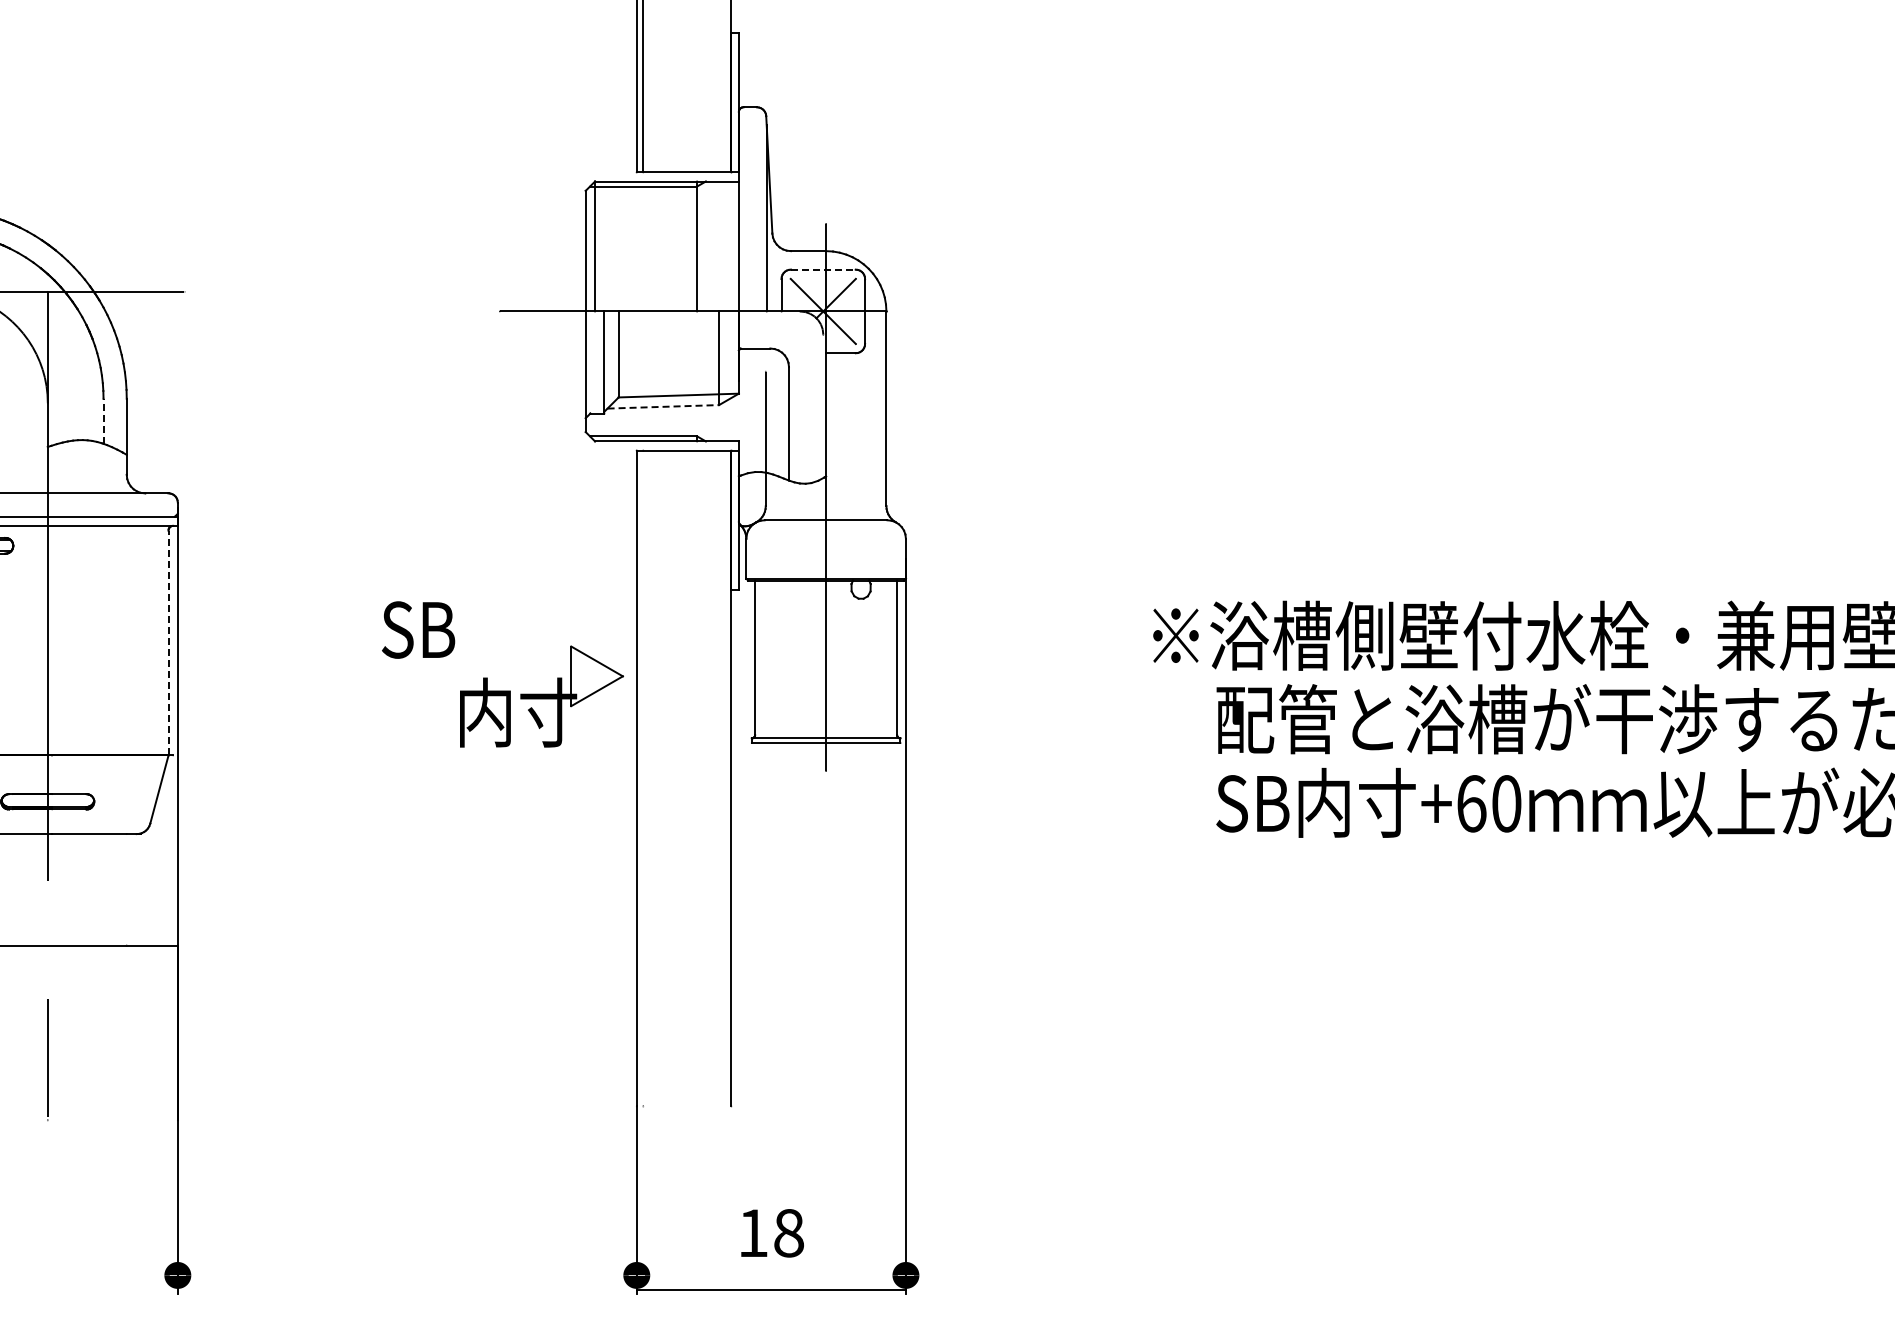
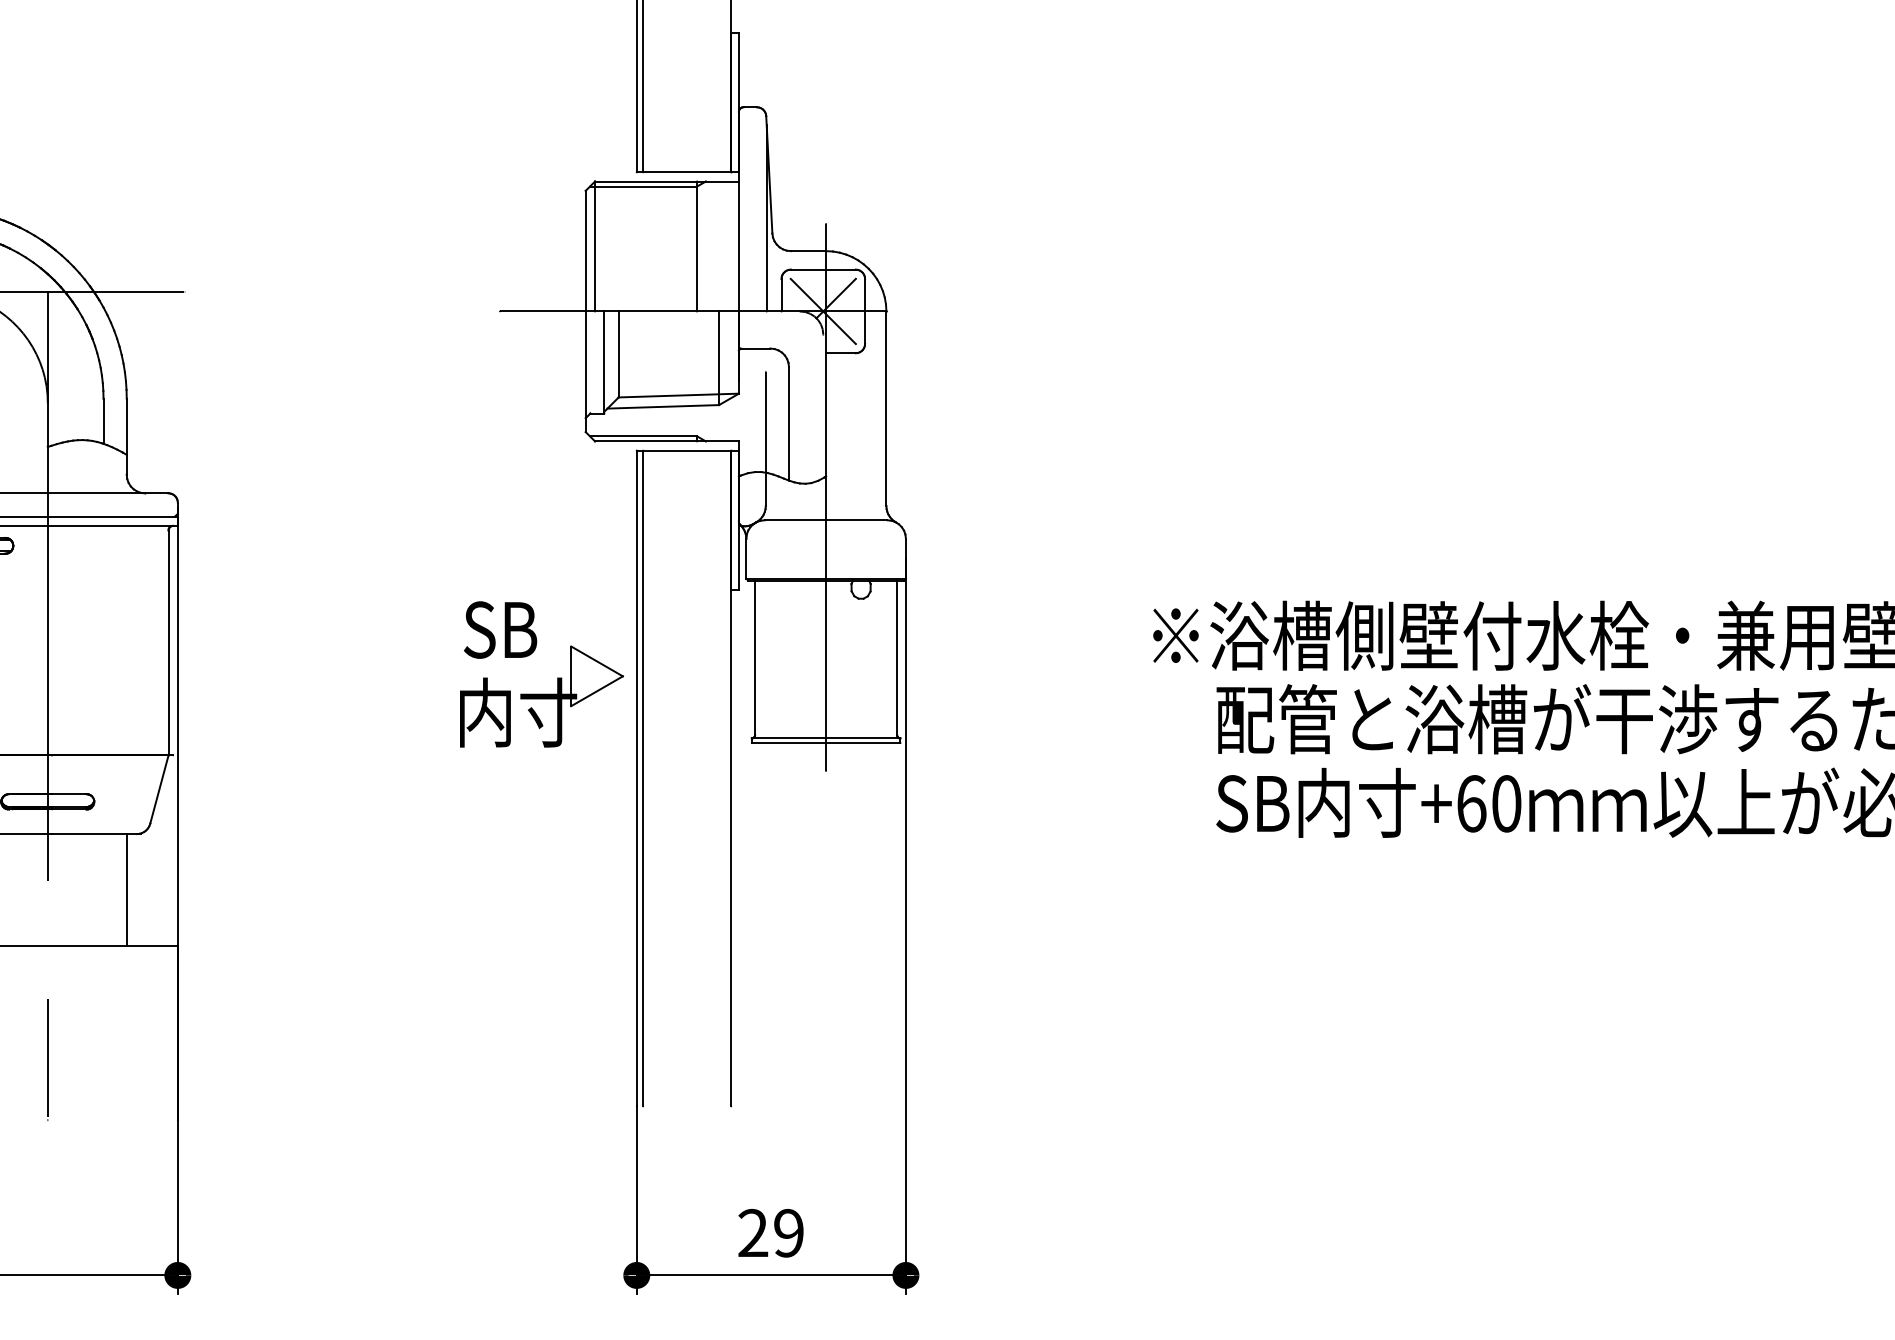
line at (823, 269): dashed -> solid
line at (663, 406): dashed -> solid
line at (103, 421): dashed -> solid
text at (418, 629) position: (418, 629) -> (500, 629)
line at (168, 642): dashed -> solid
line at (643, 778): none -> present
line at (126, 889): none -> present
text at (770, 1232): 18 -> 29
line at (89, 1275): none -> present
line at (770, 1290) position: (770, 1290) -> (770, 1275)
